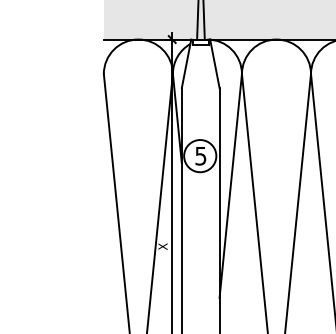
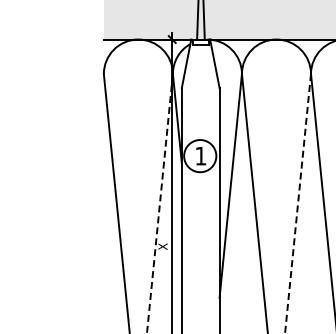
text at (200, 156): 5 -> 1
line at (159, 204): solid -> dashed
line at (297, 204): solid -> dashed
